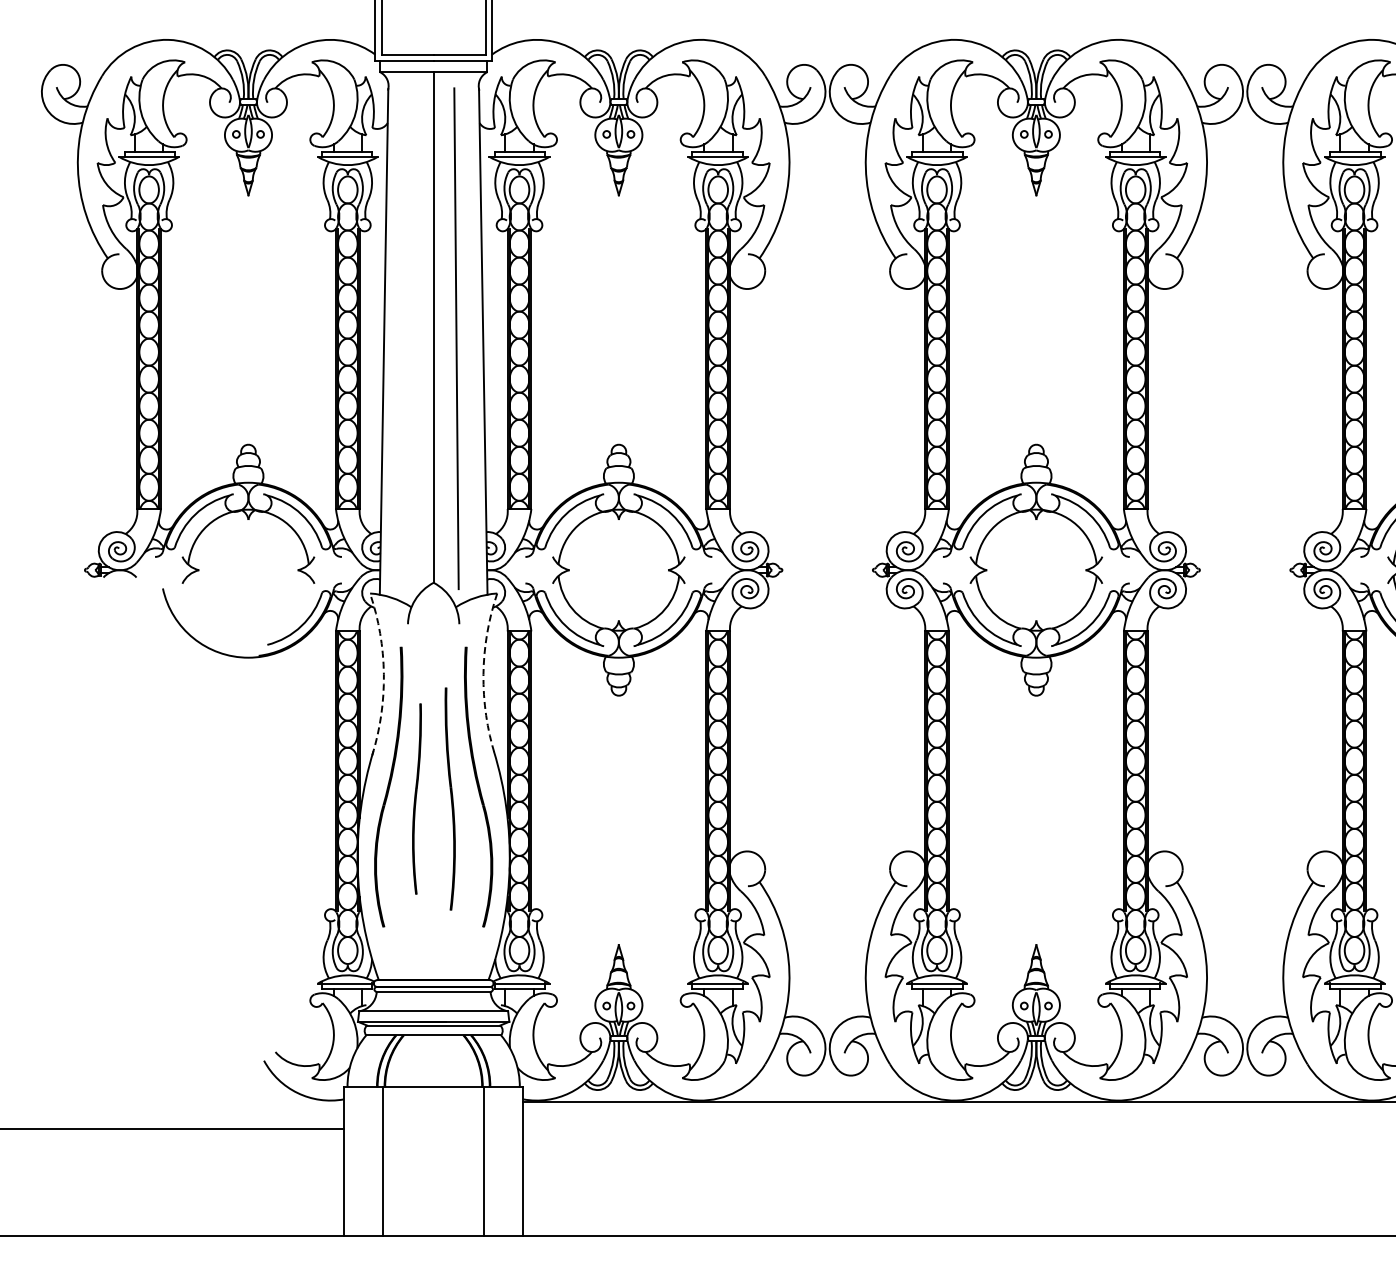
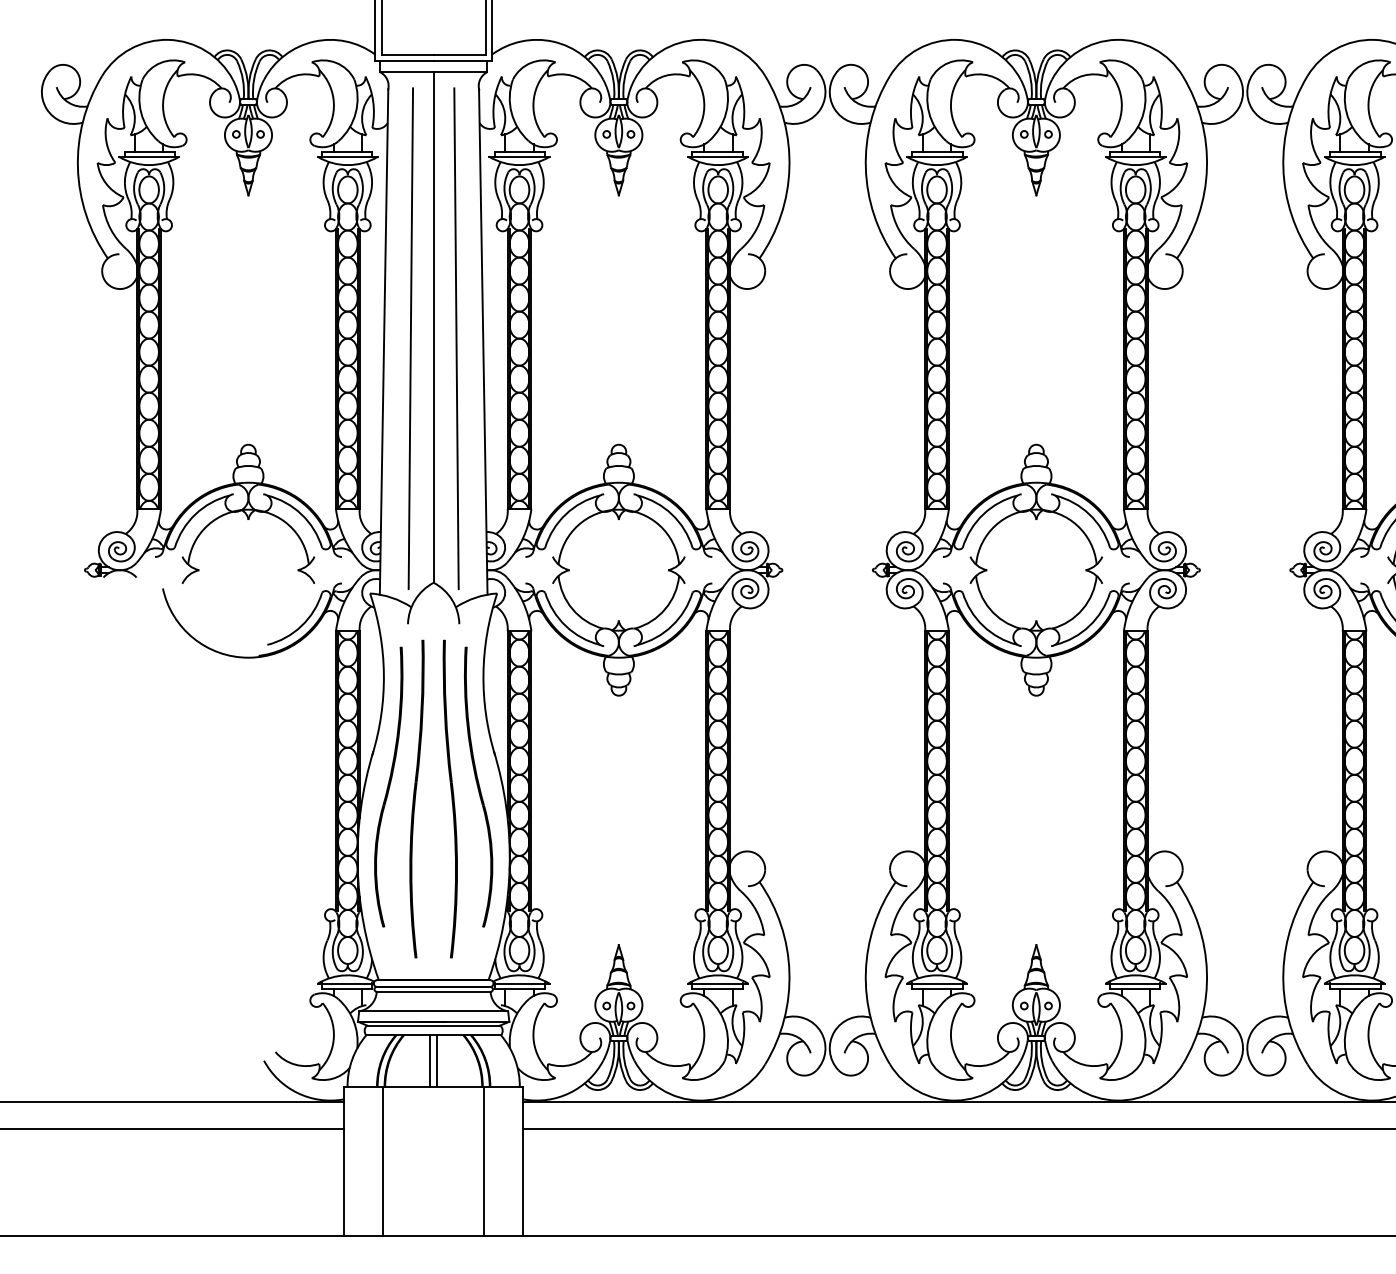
line at (410, 338): none -> present
arc at (383, 674): dashed -> solid
arc at (483, 674): dashed -> solid
part at (416, 798) size: 10x192 px -> 16x320 px
part at (449, 798) size: 12x224 px -> 16x320 px
line at (429, 1061): none -> present
line at (437, 1061): none -> present
line at (172, 1102): none -> present
line at (957, 1129): none -> present
